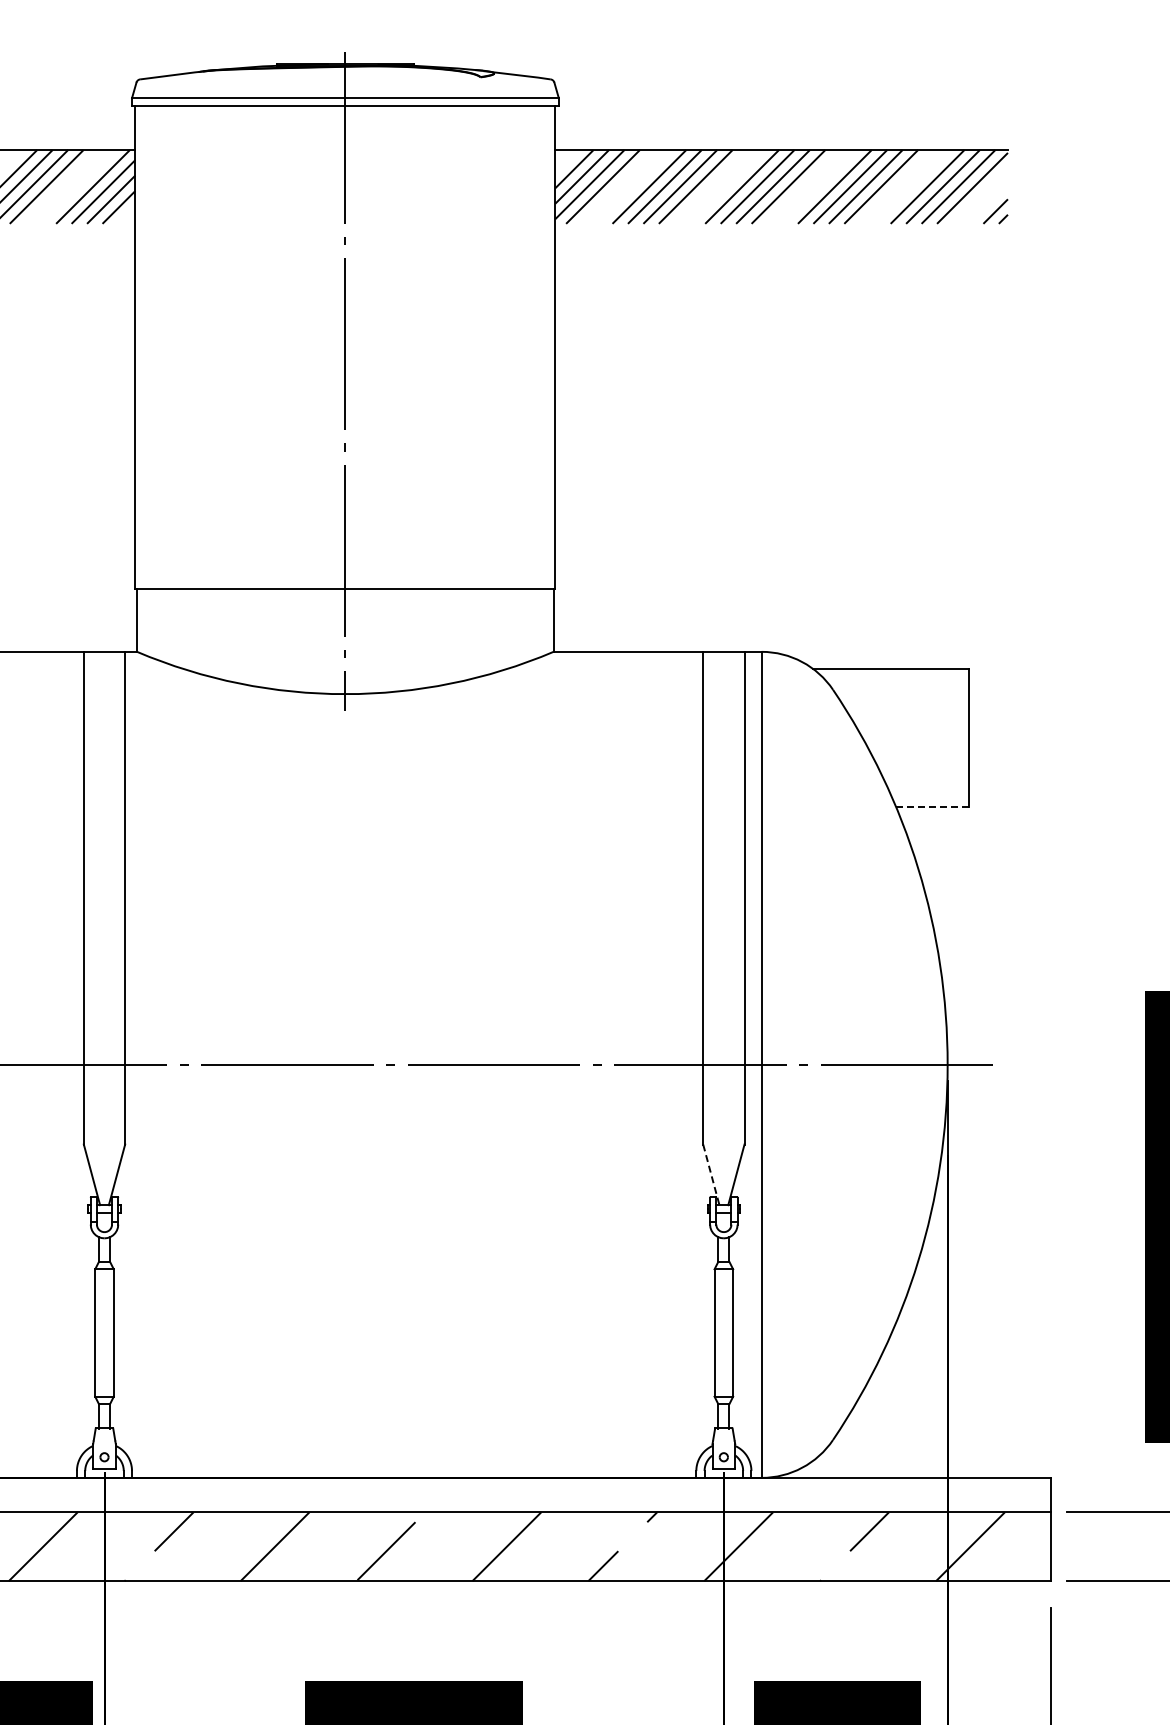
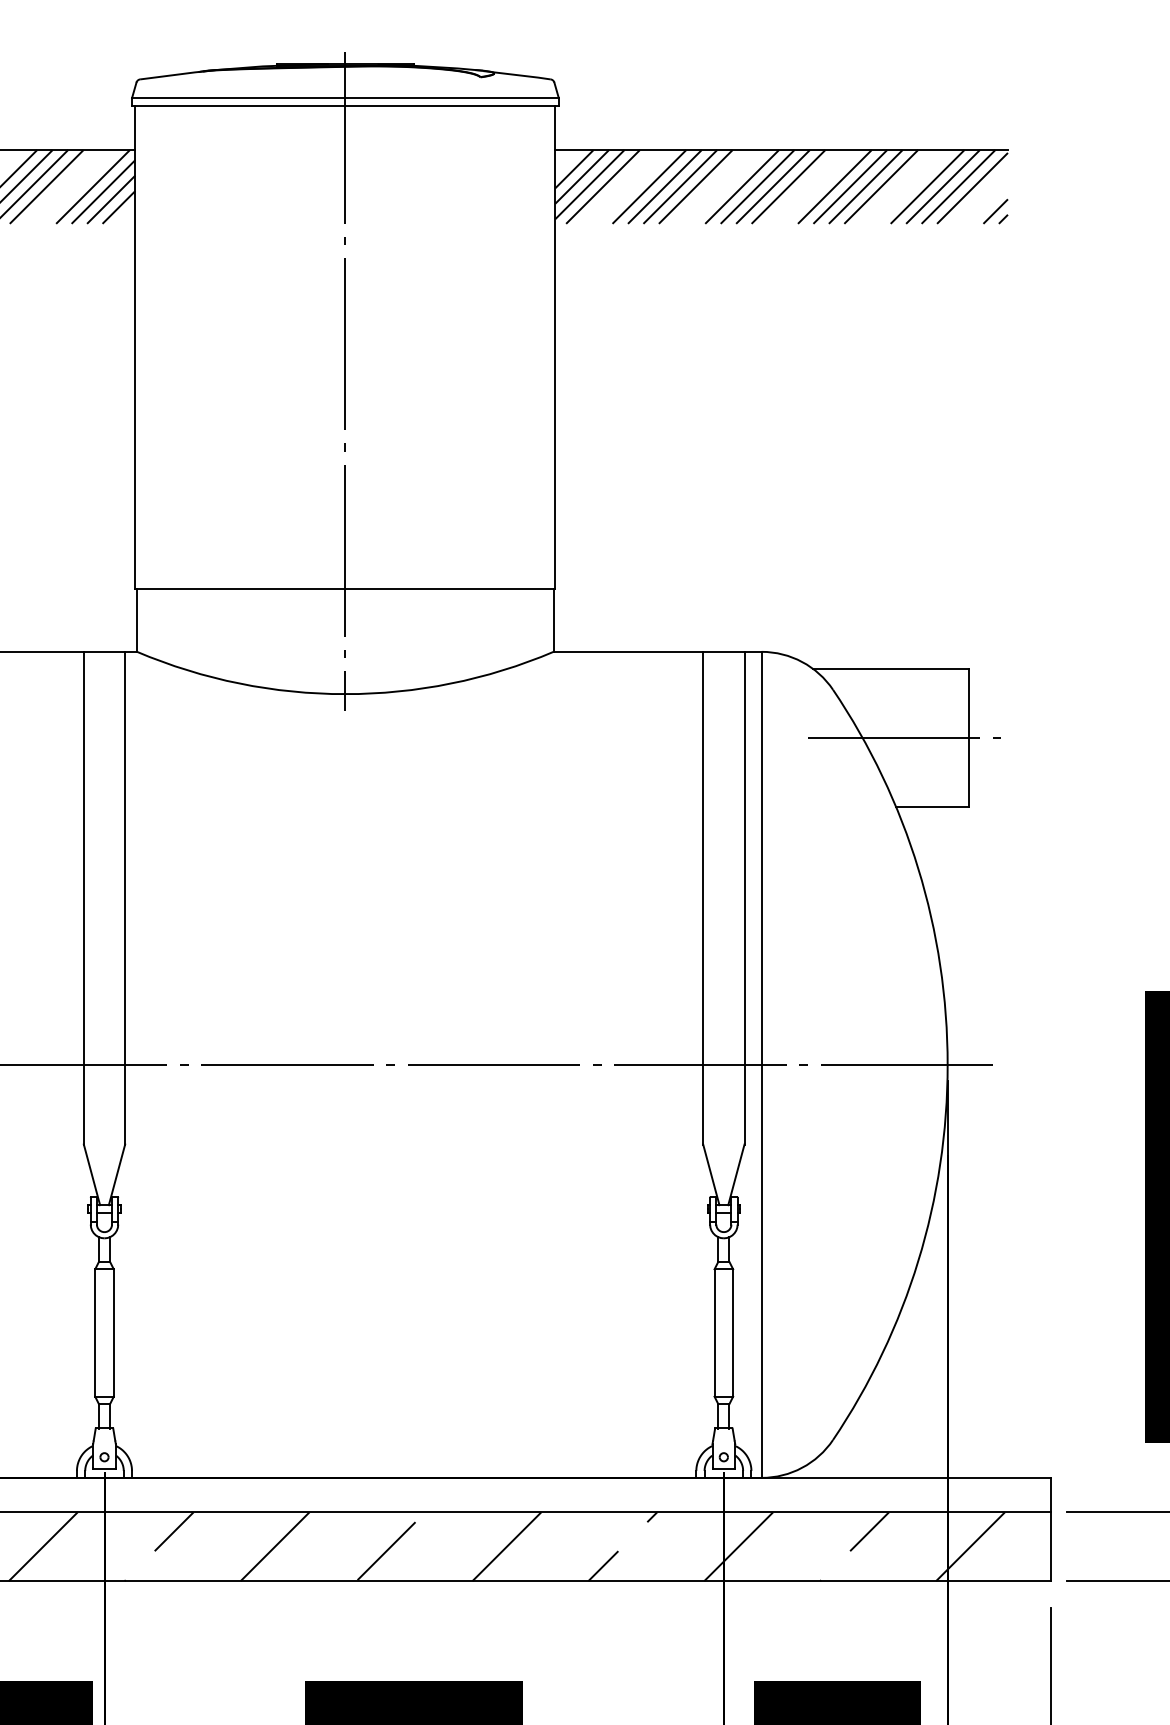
line at (905, 737): none -> present
line at (932, 806): dashed -> solid
line at (711, 1175): dashed -> solid
